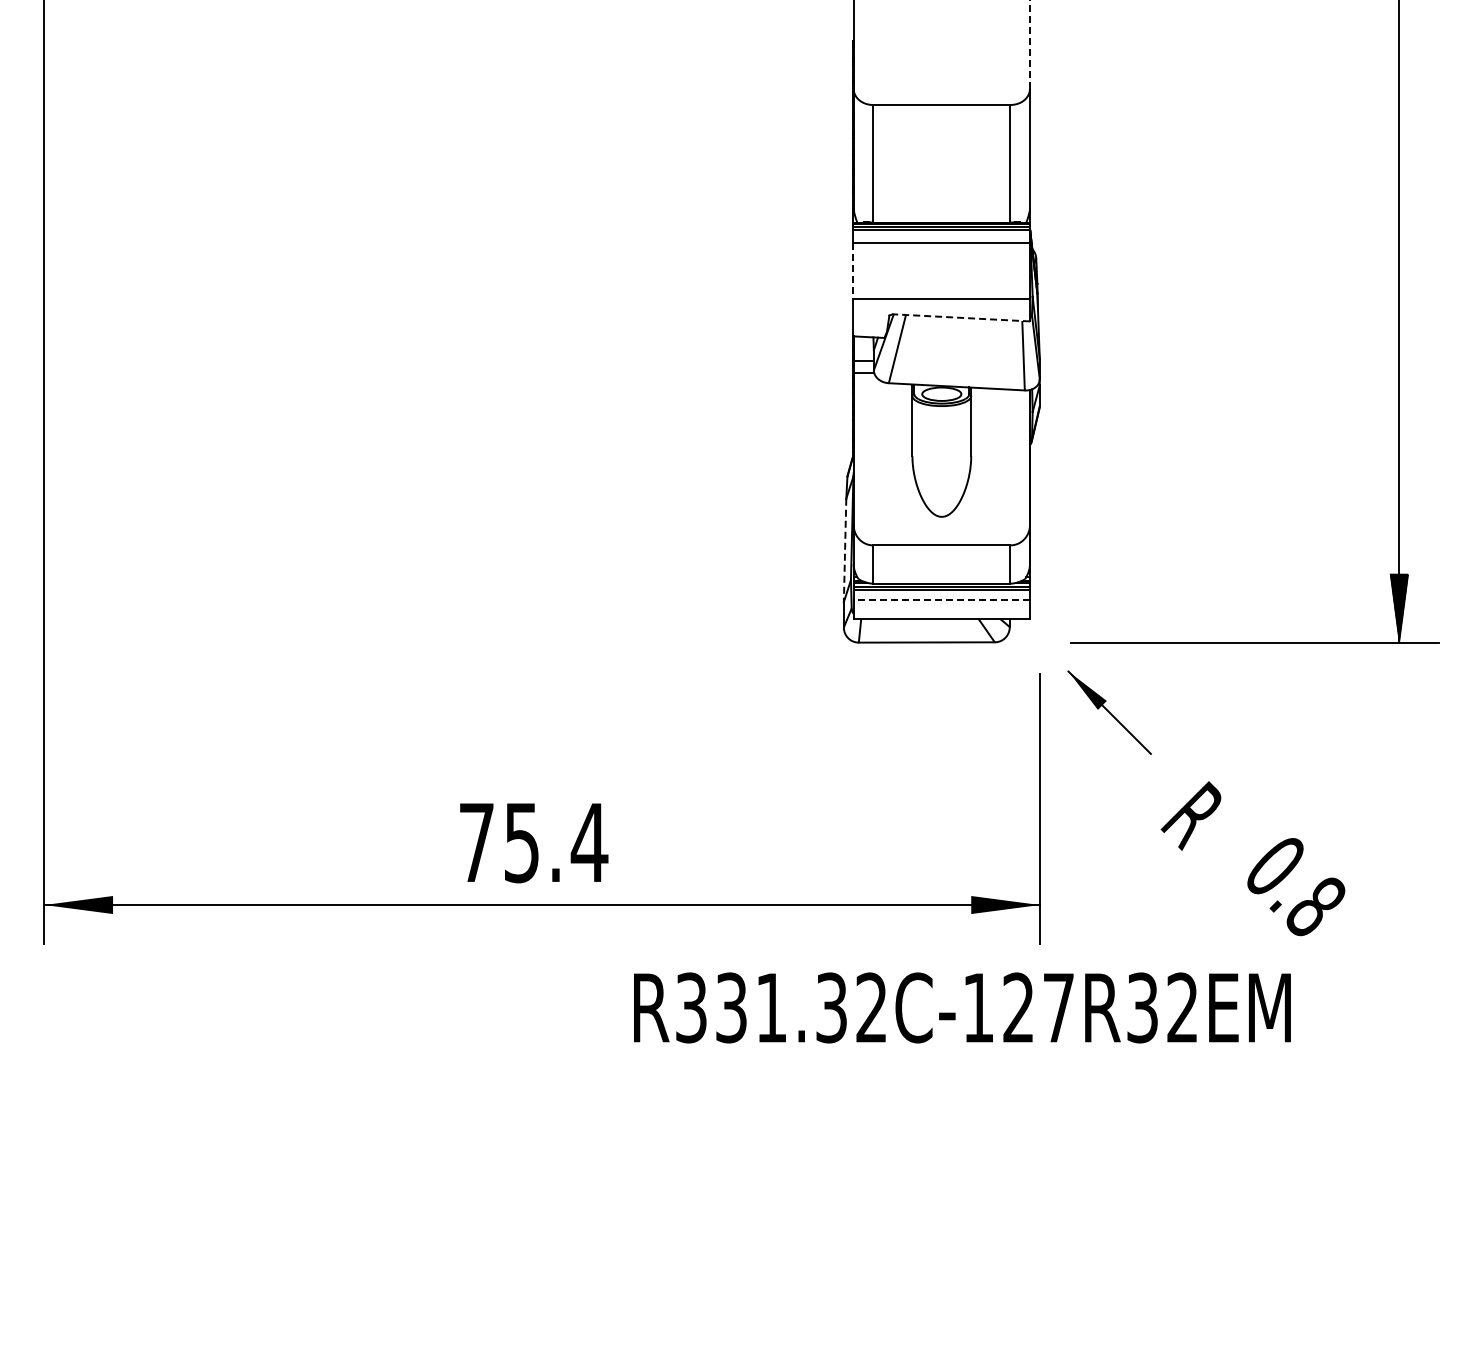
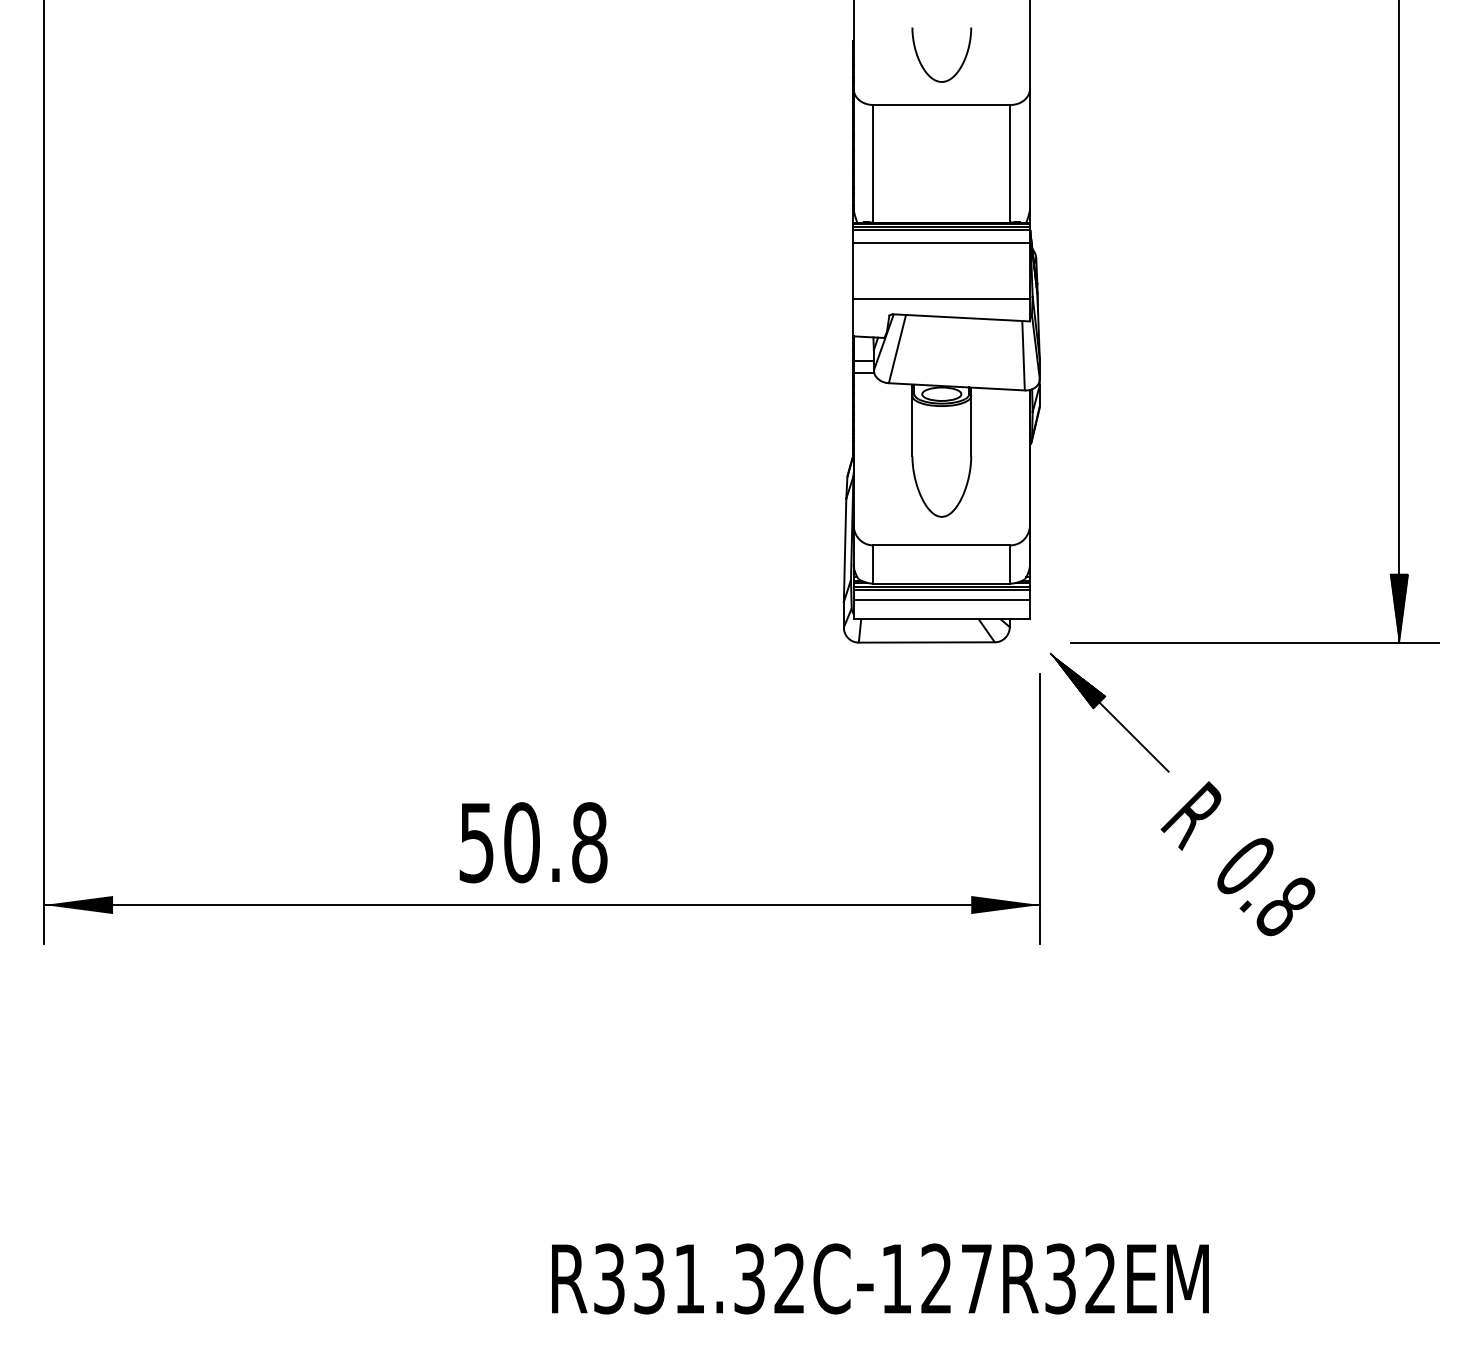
line at (1030, 44): dashed -> solid
curve at (922, 64): none -> present
line at (853, 271): dashed -> solid
line at (961, 317): dashed -> solid
line at (845, 550): dashed -> solid
line at (941, 599): dashed -> solid
part at (1109, 712) size: 85x85 px -> 121x121 px
text at (533, 842): 75.4 -> 50.8
text at (1296, 887) position: (1296, 887) -> (1266, 887)
text at (962, 1007) position: (962, 1007) -> (880, 1278)
